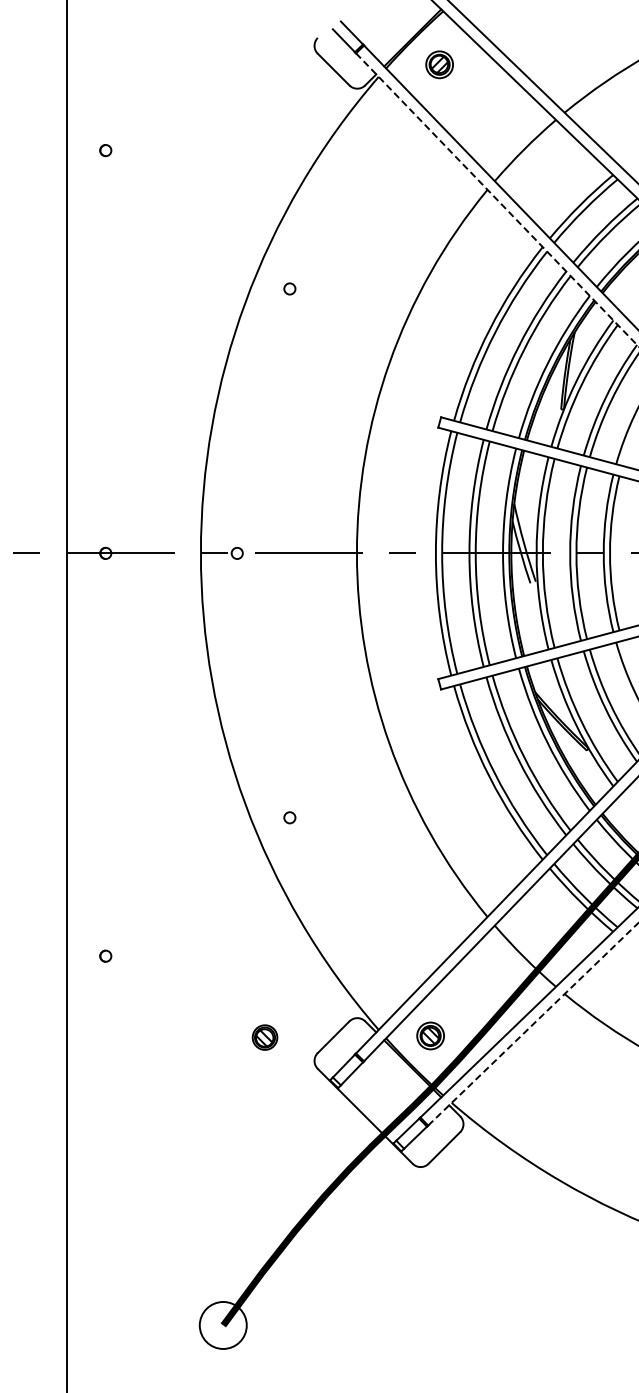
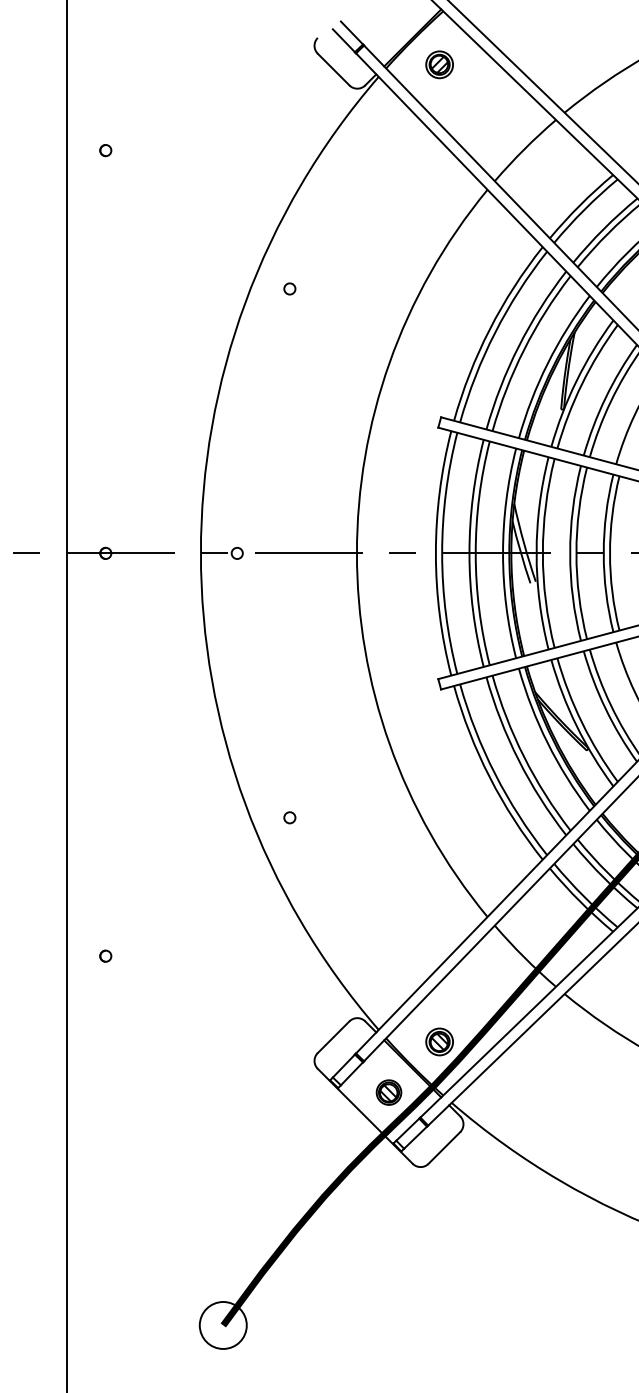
line at (497, 200): dashed -> solid
line at (533, 1023): dashed -> solid
part at (430, 1035) position: (430, 1035) -> (439, 1041)
part at (264, 1037) position: (264, 1037) -> (388, 1092)
